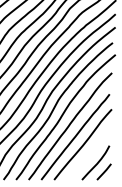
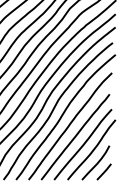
curve at (92, 149): none -> present
